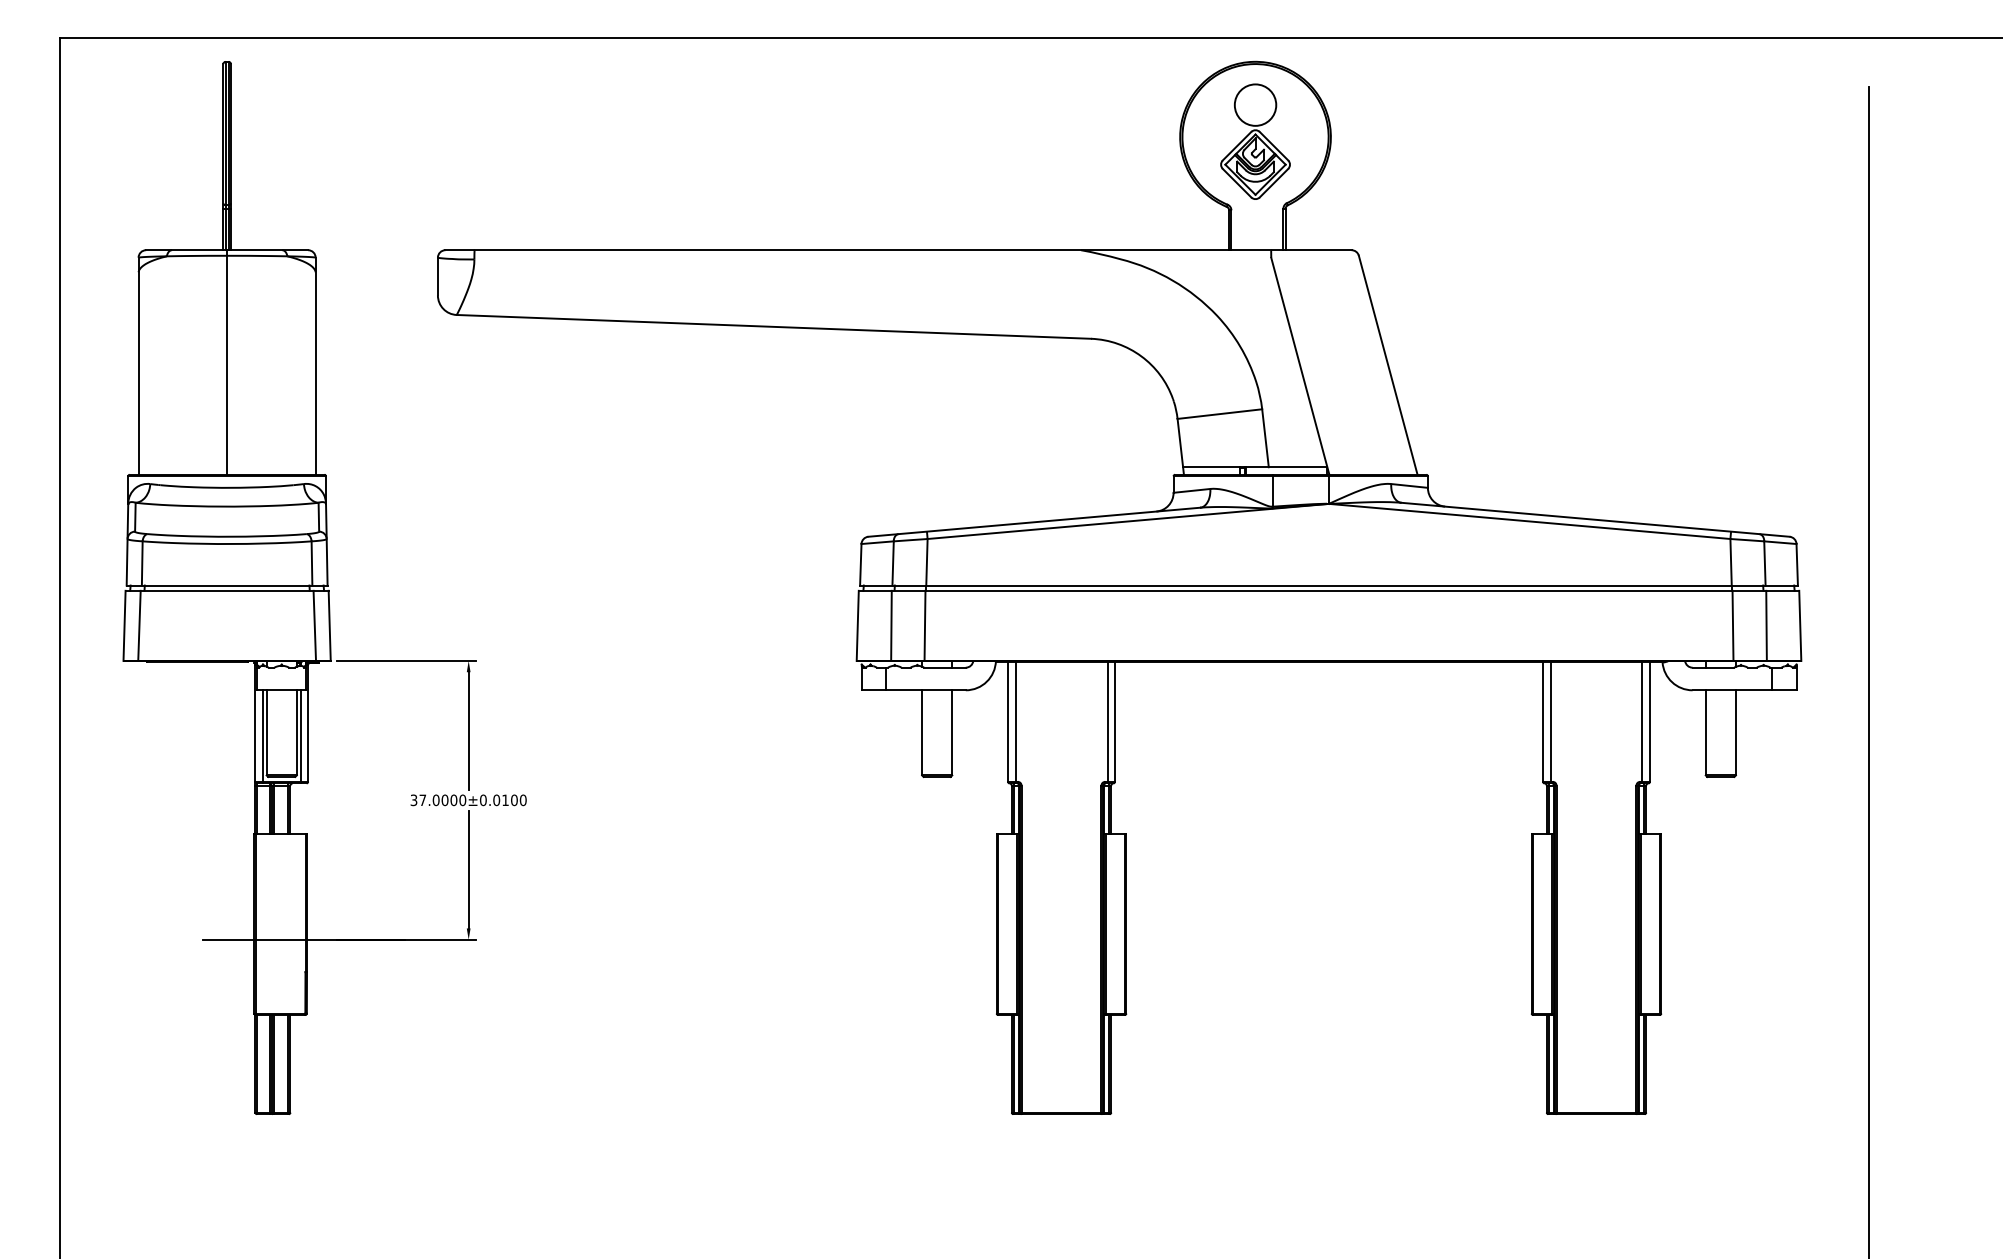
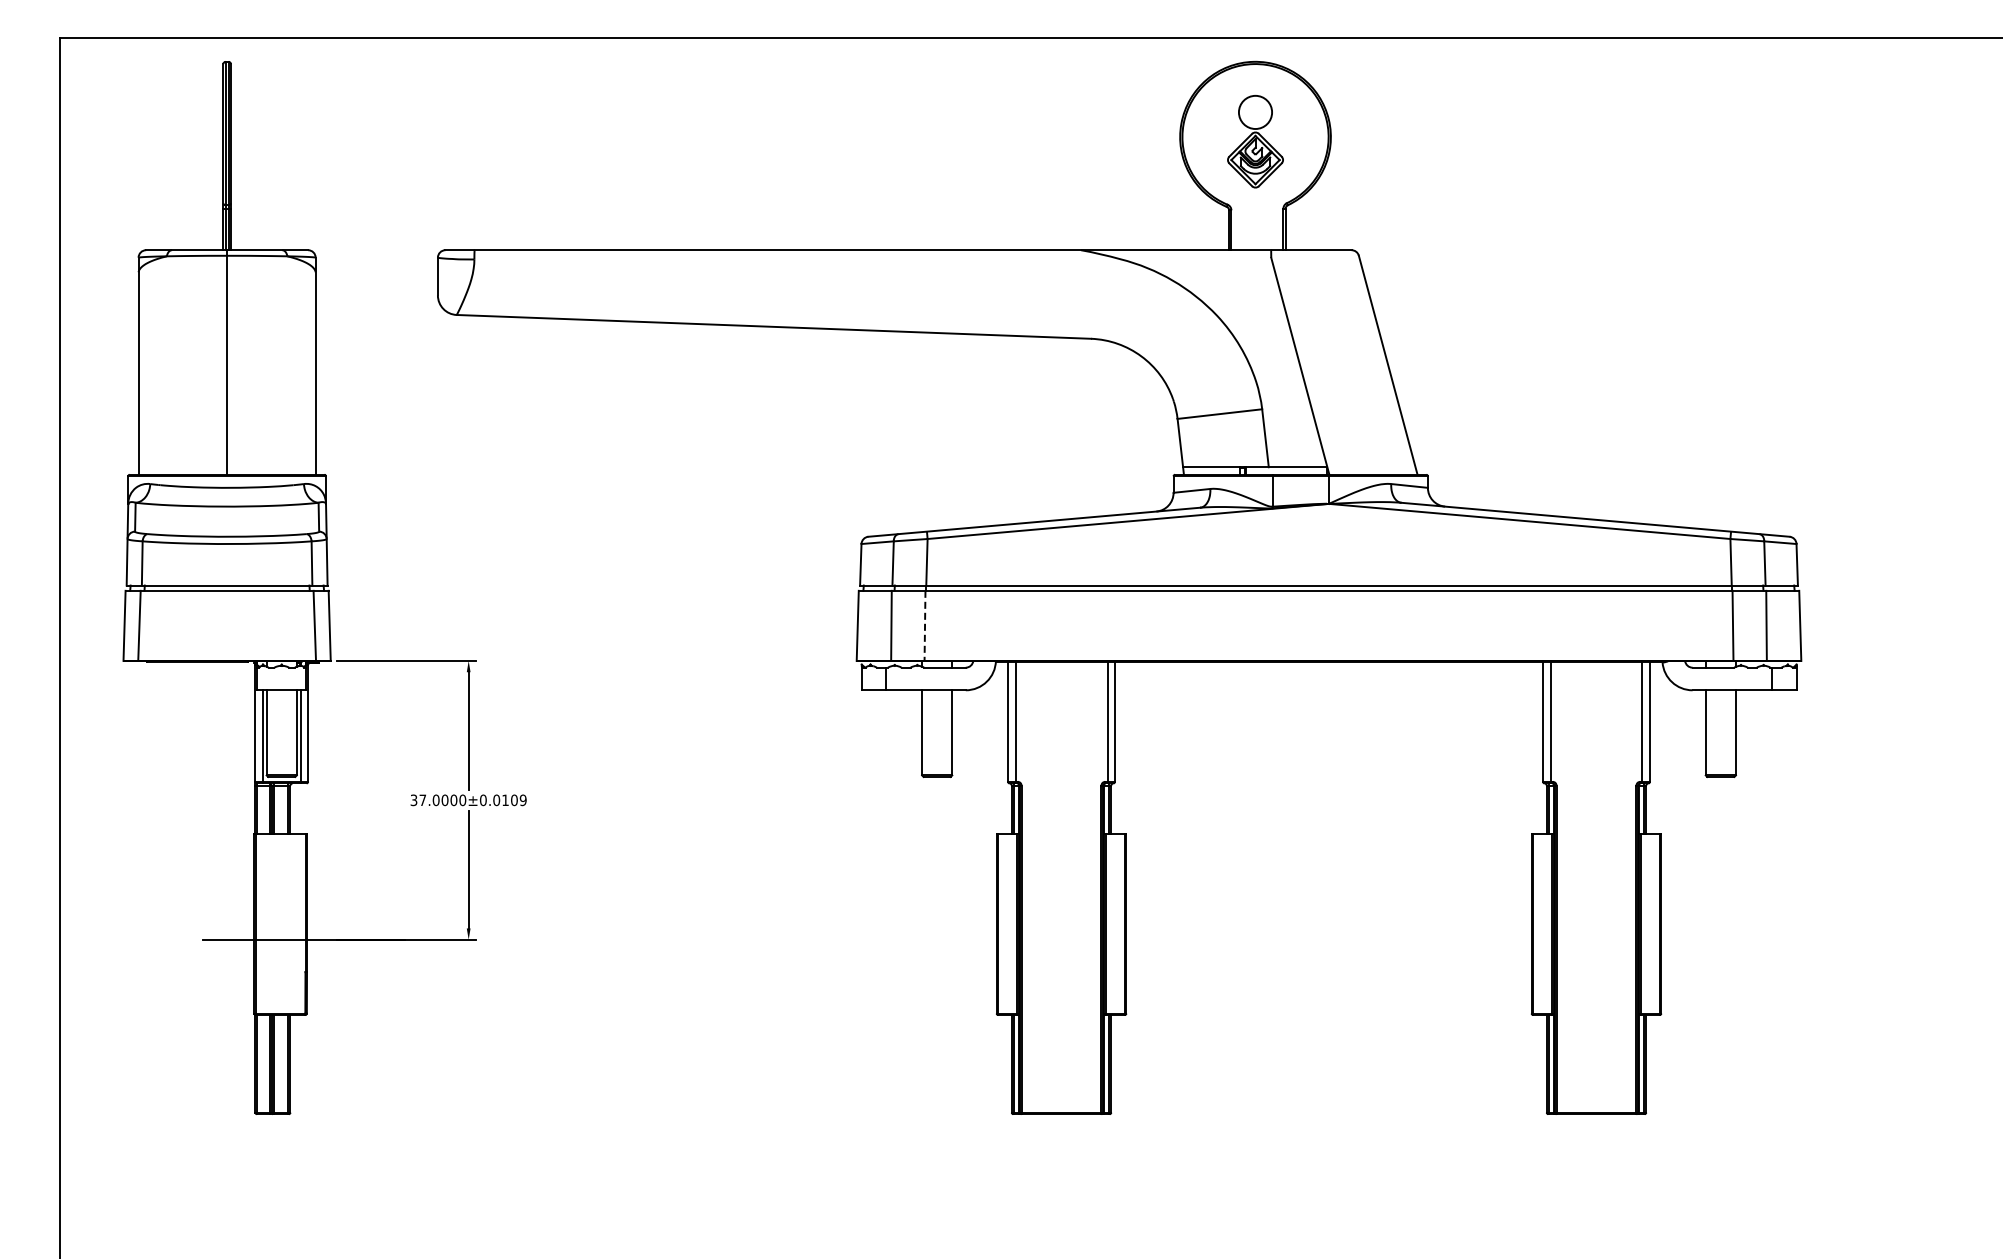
part at (1255, 141) size: 71x117 px -> 57x94 px
line at (925, 626): solid -> dashed
line at (1869, 671): present -> none
text at (522, 800): 37.0000±0.0100 -> 37.0000±0.0109
